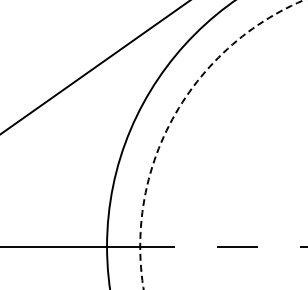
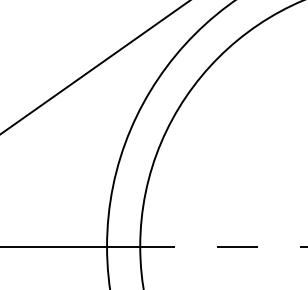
circle at (222, 144): dashed -> solid
